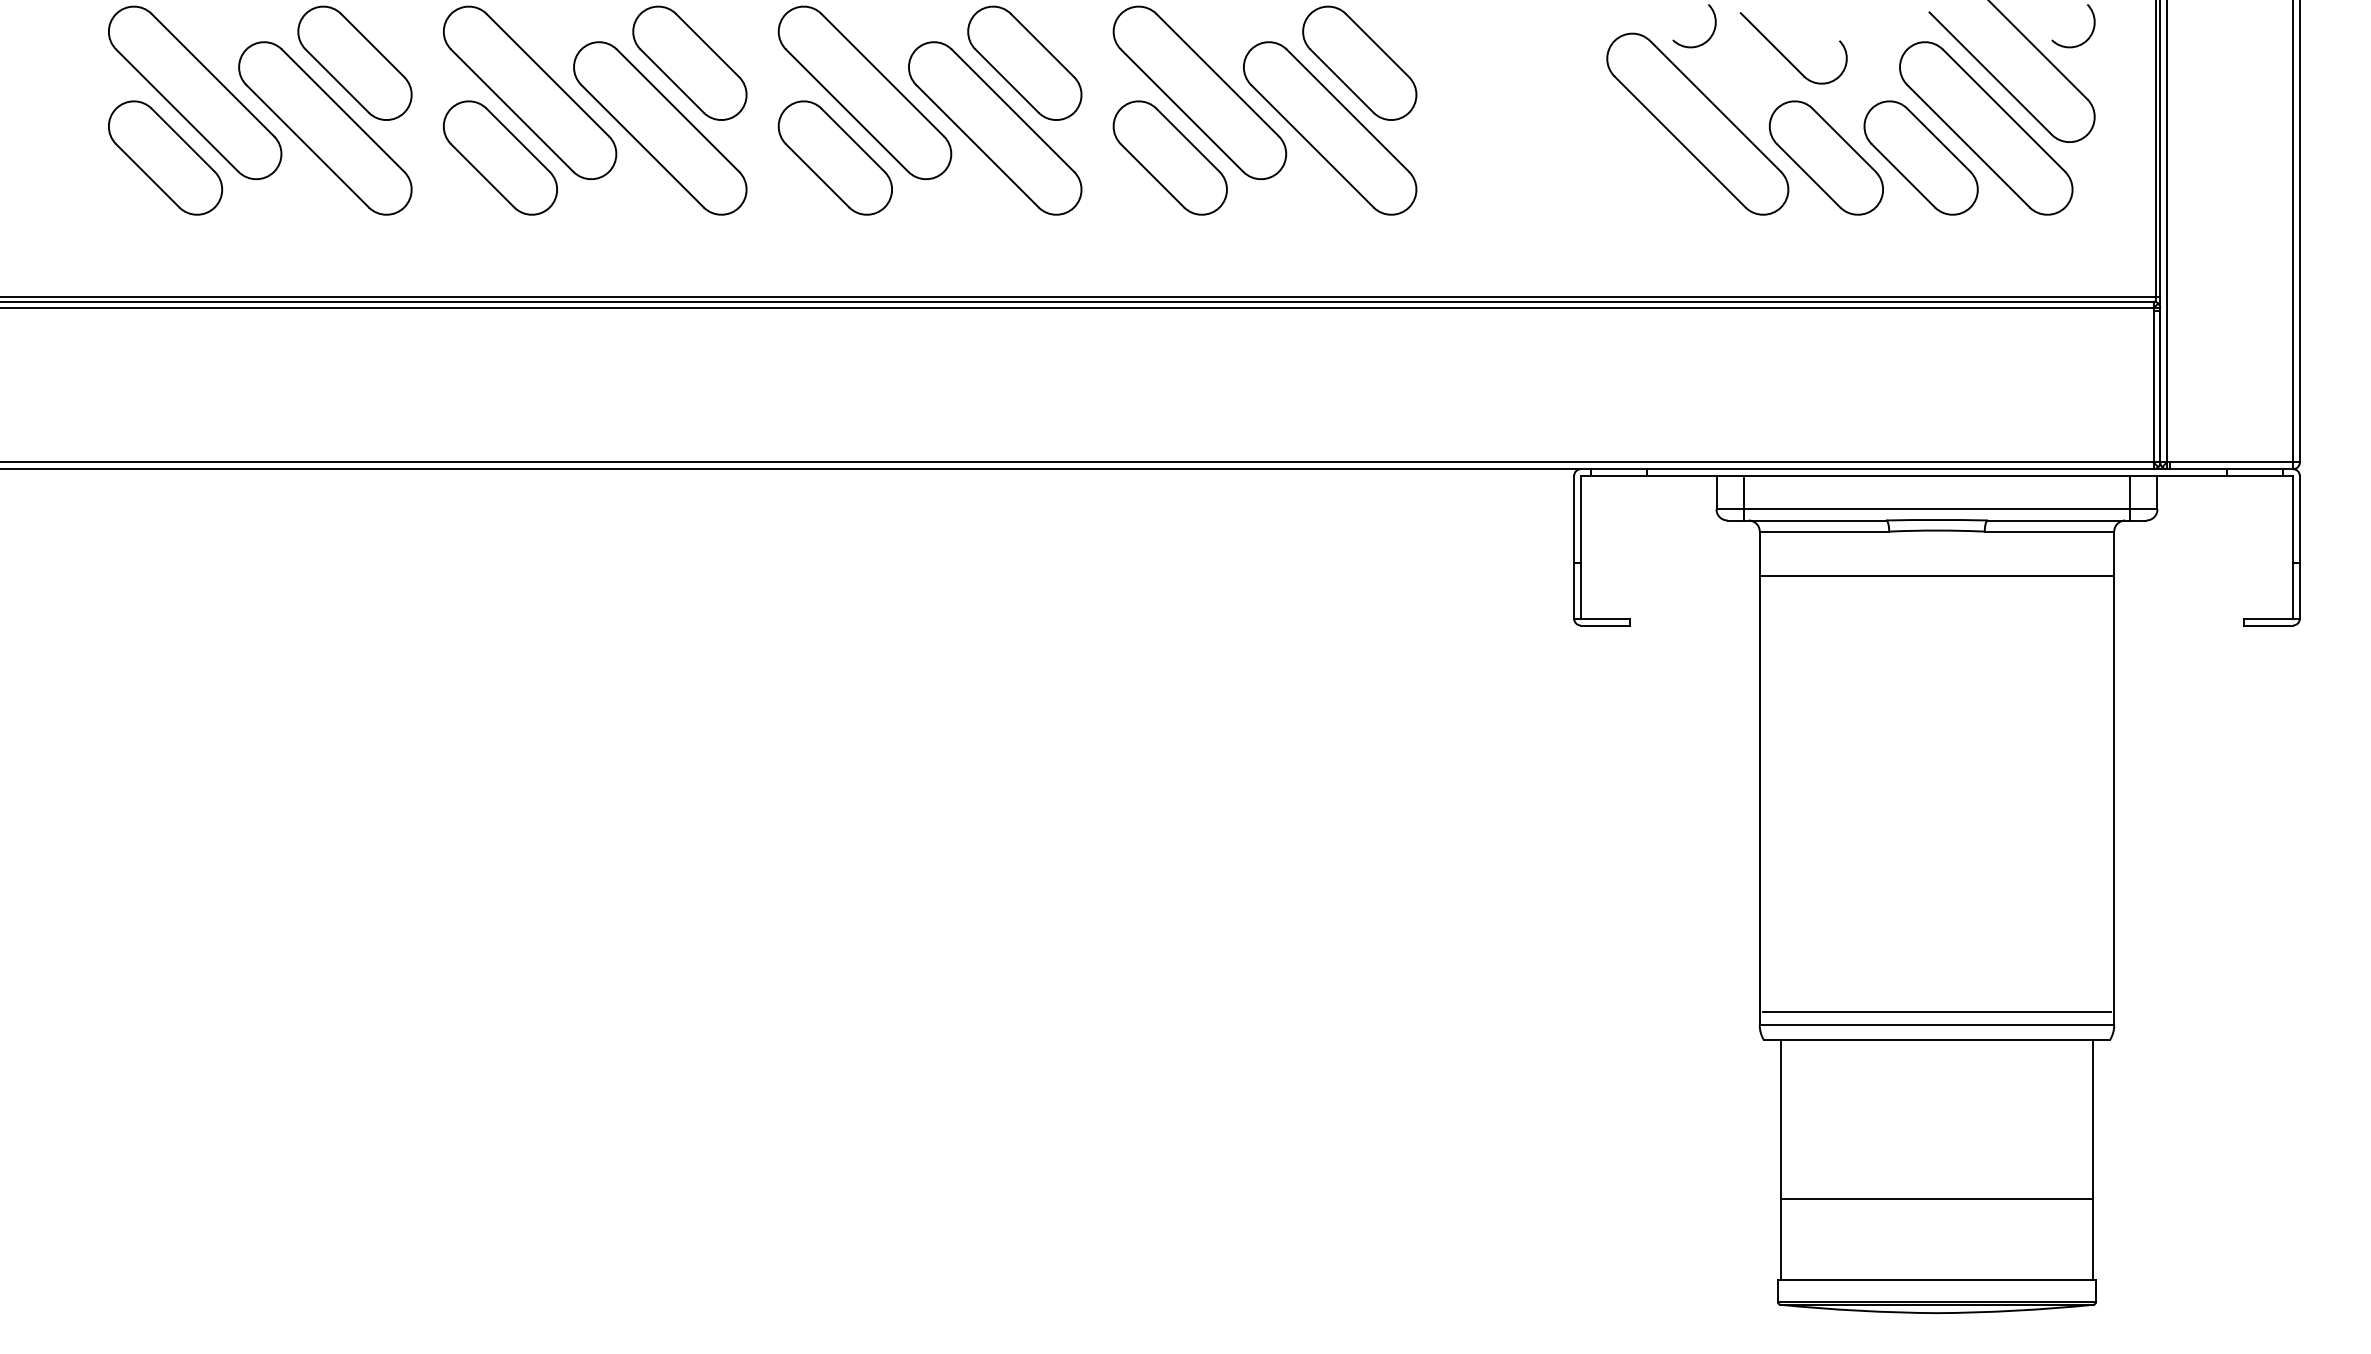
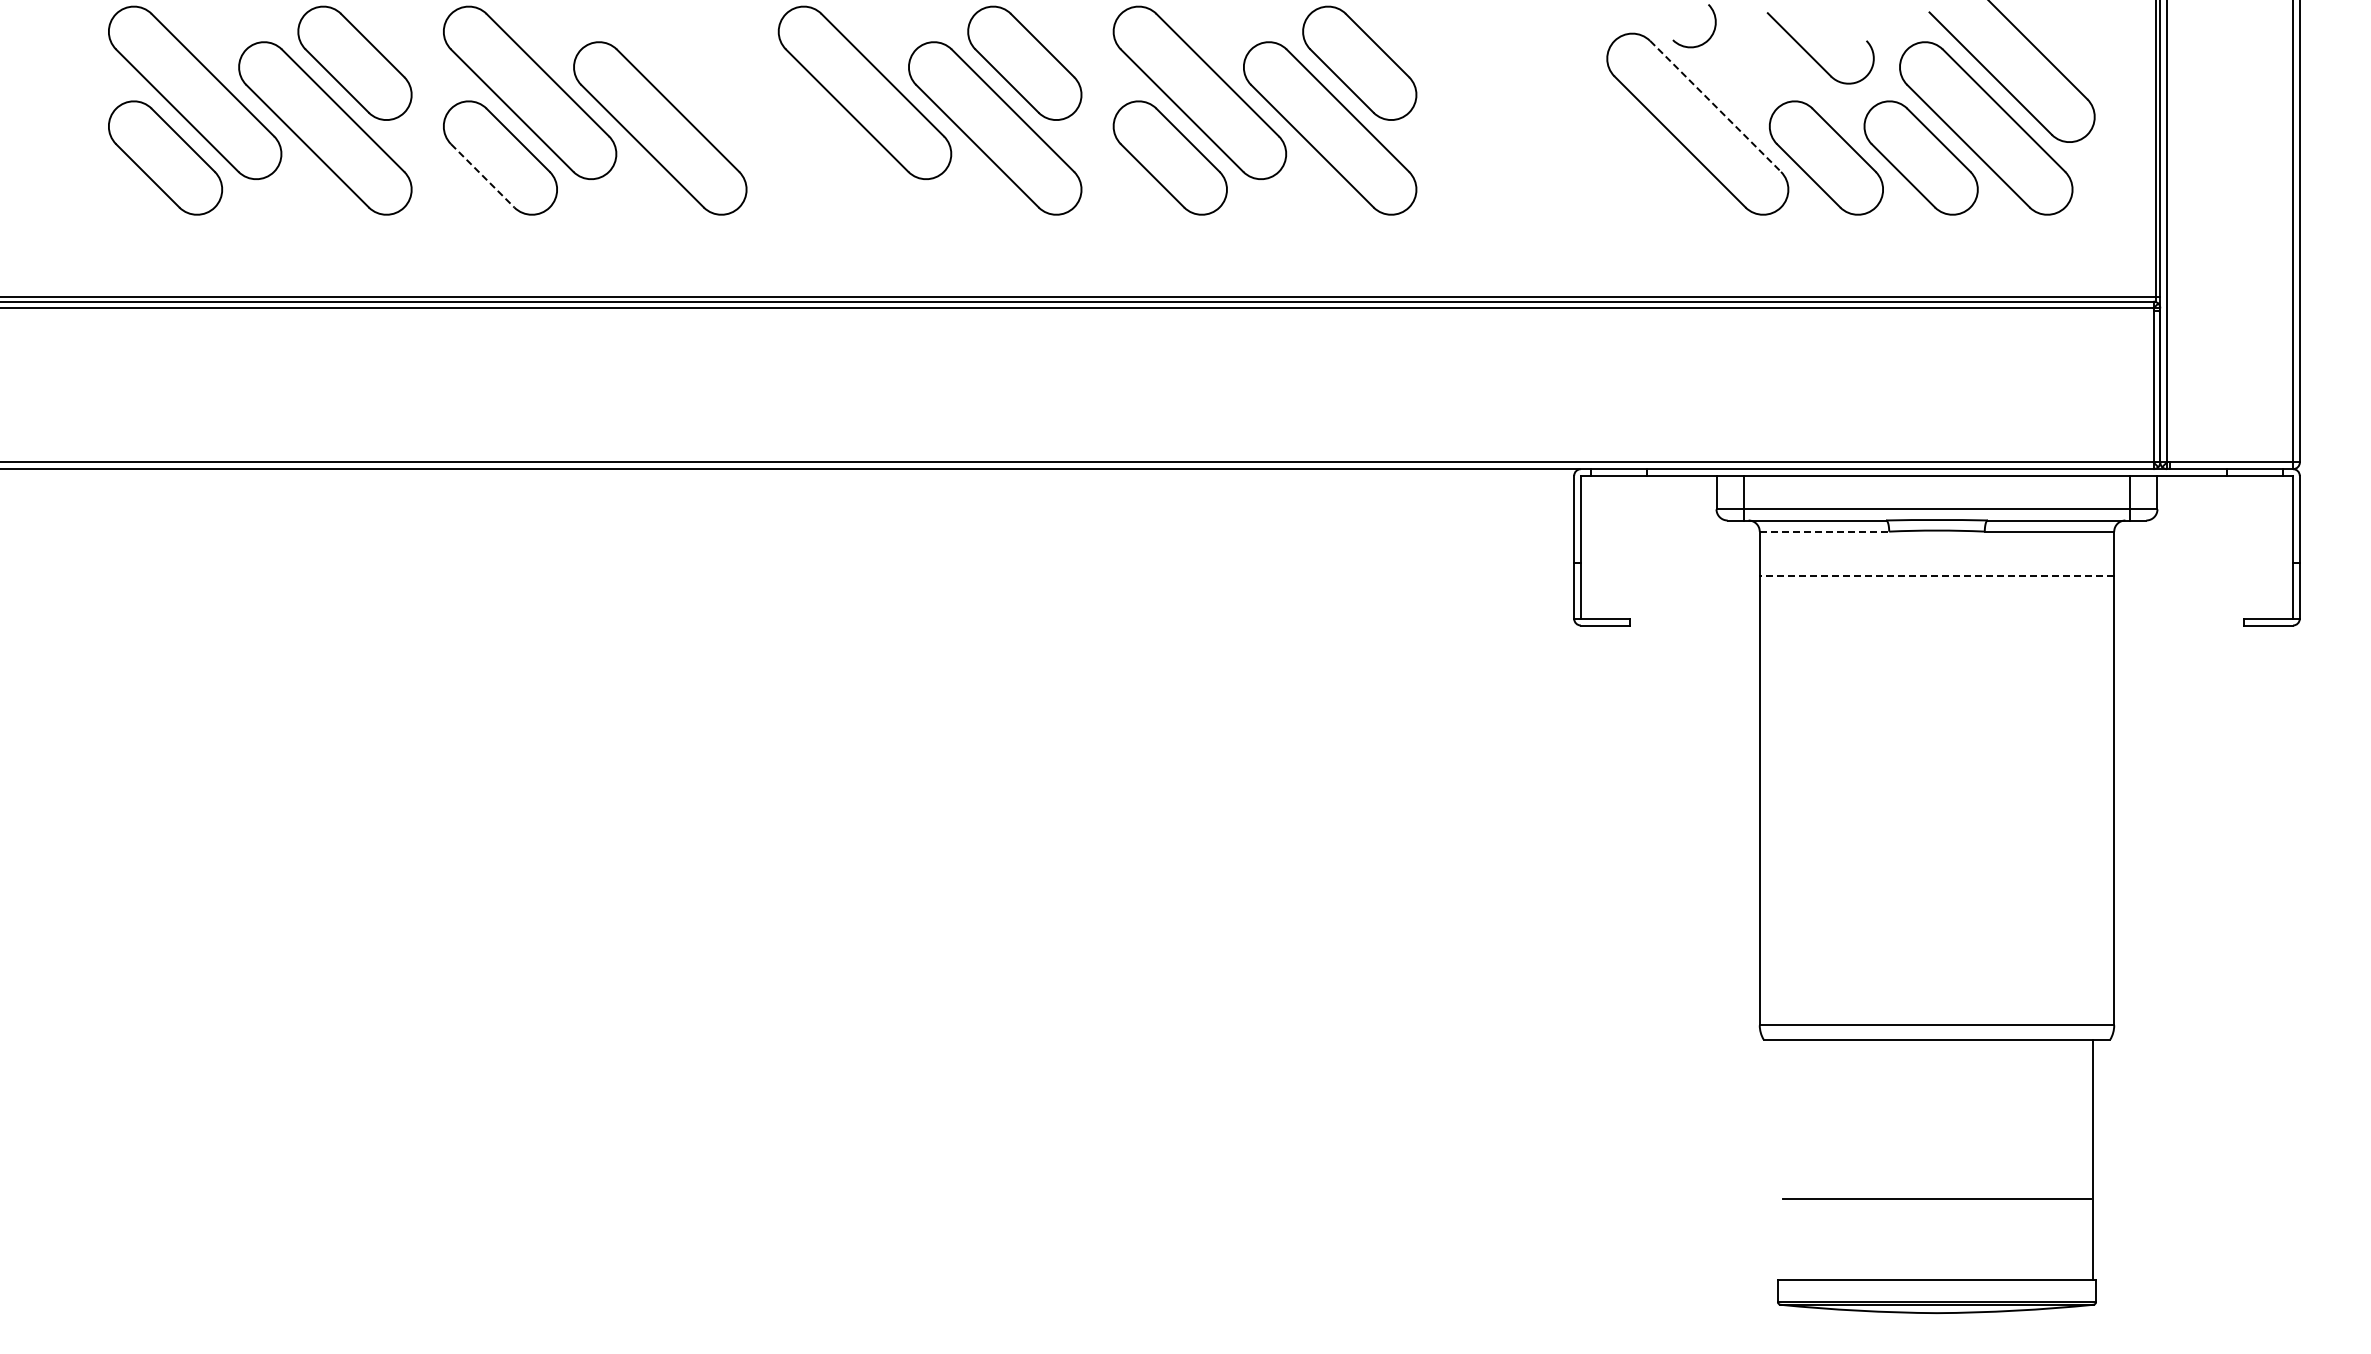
arc at (2089, 35): present -> none
part at (1785, 56) position: (1785, 56) -> (1812, 56)
part at (689, 62): present -> none
line at (1715, 106): solid -> dashed
part at (834, 157): present -> none
line at (482, 175): solid -> dashed
line at (1824, 531): solid -> dashed
line at (1936, 576): solid -> dashed
line at (1936, 1011): present -> none
line at (1780, 1159): present -> none
